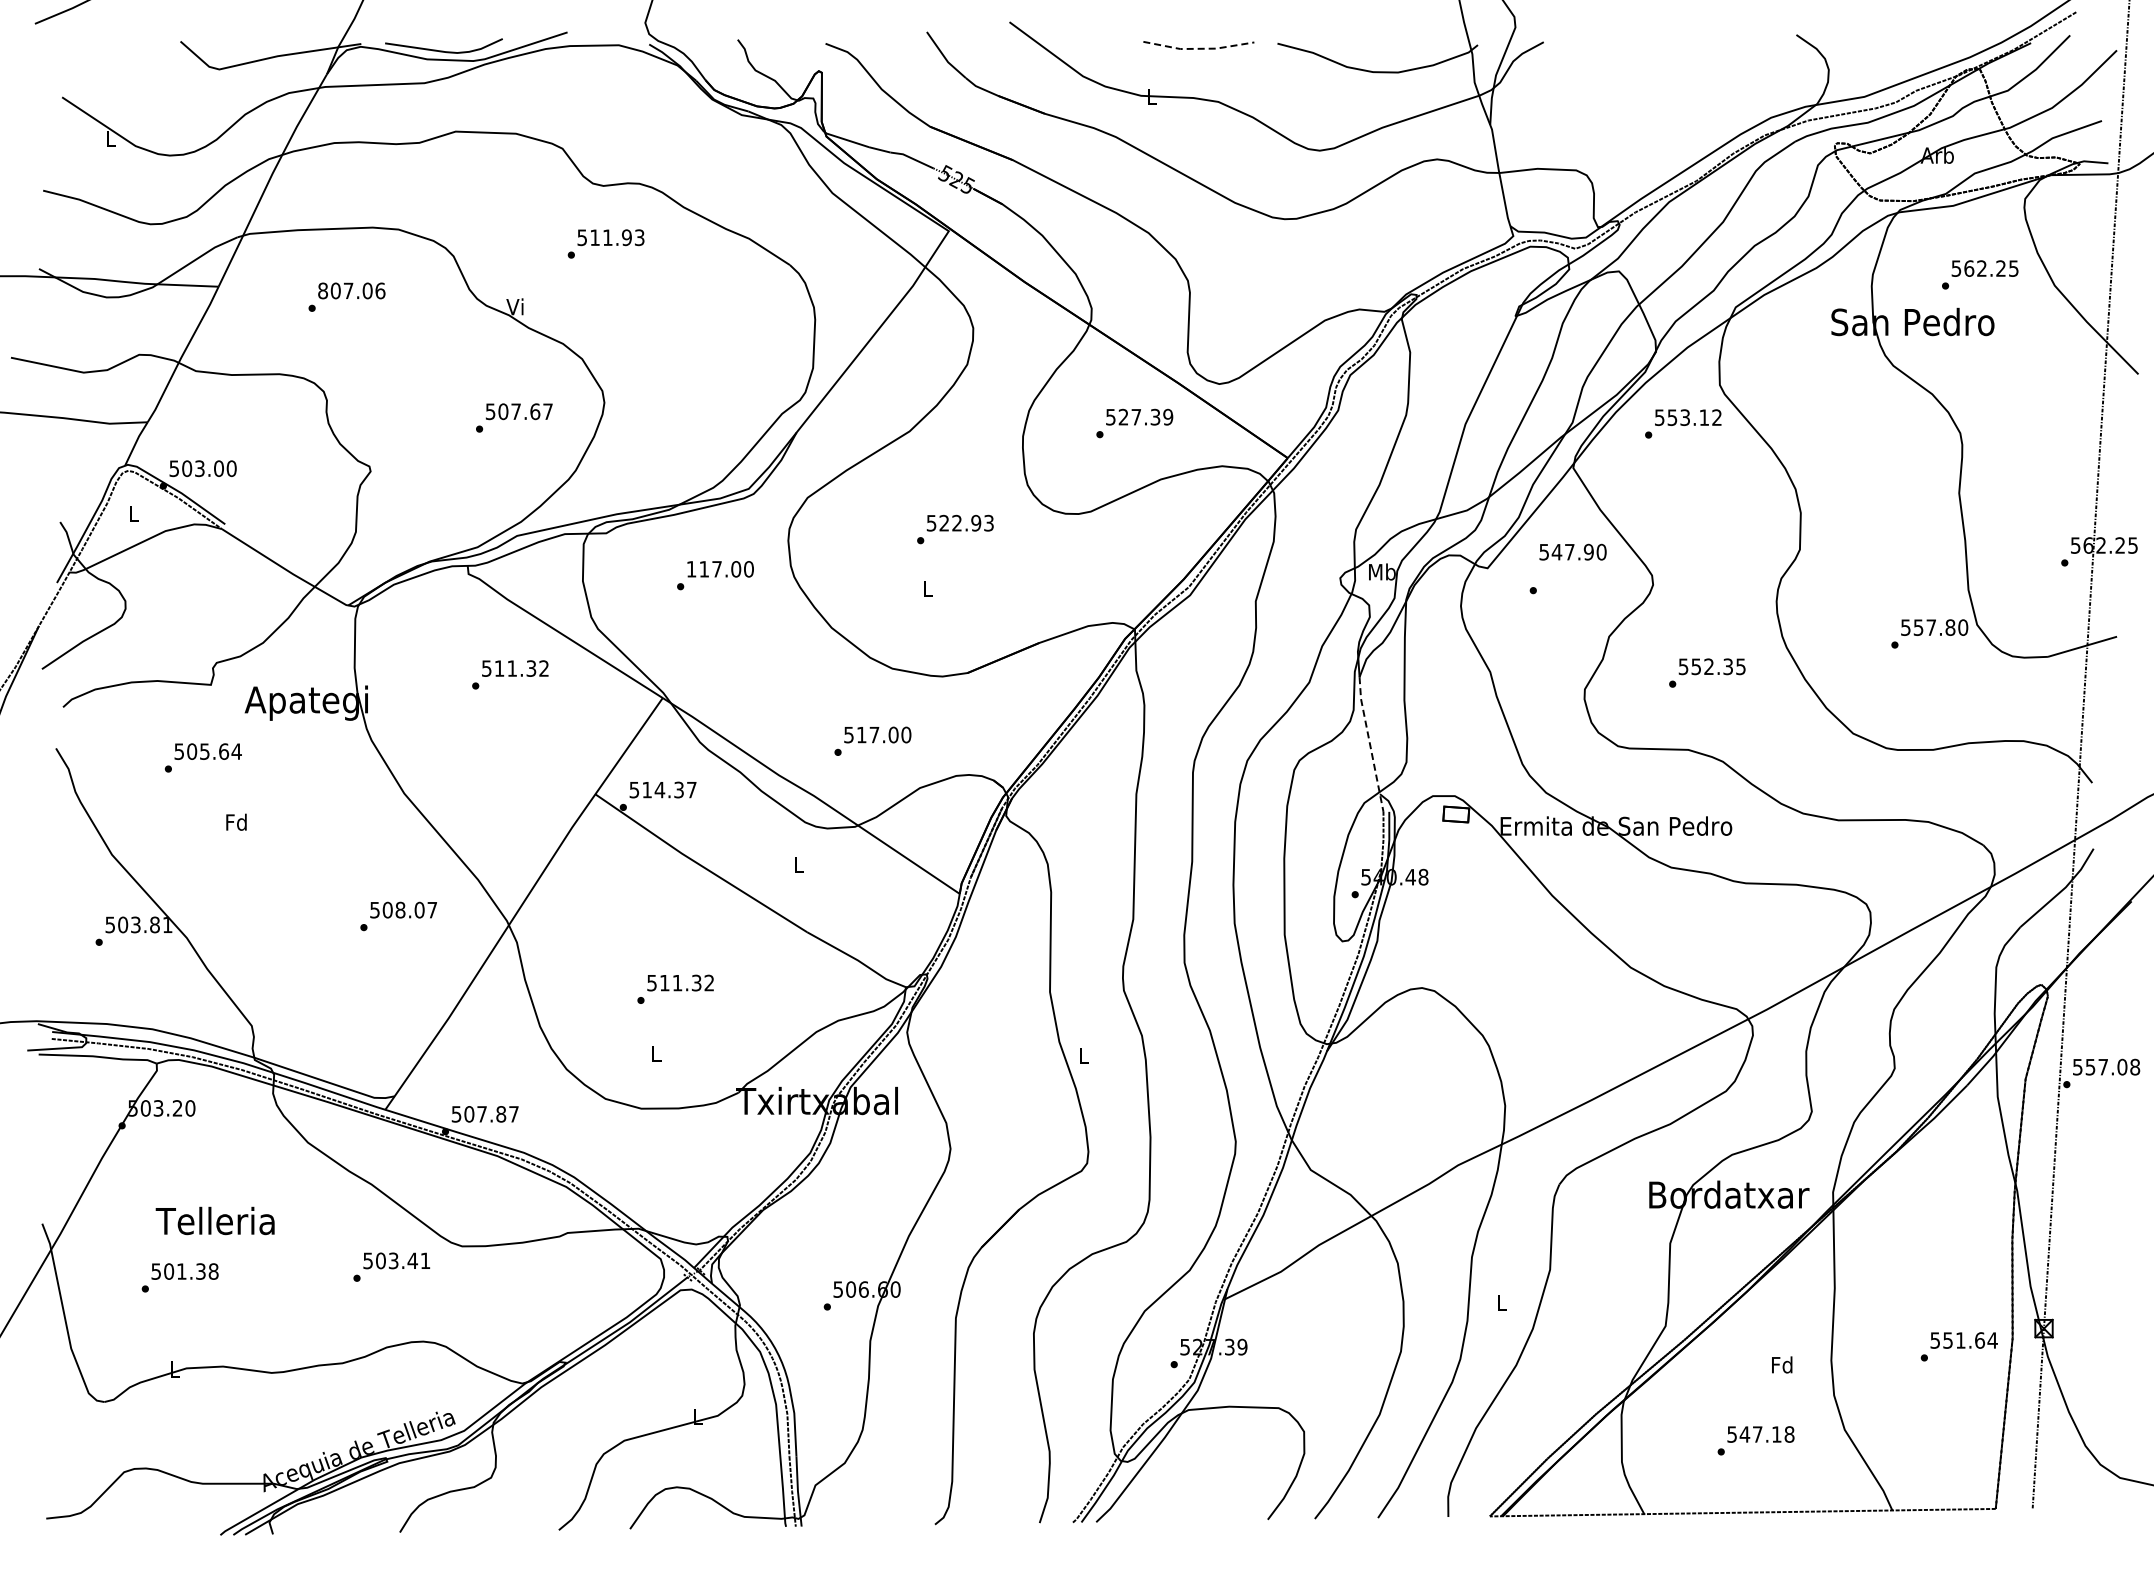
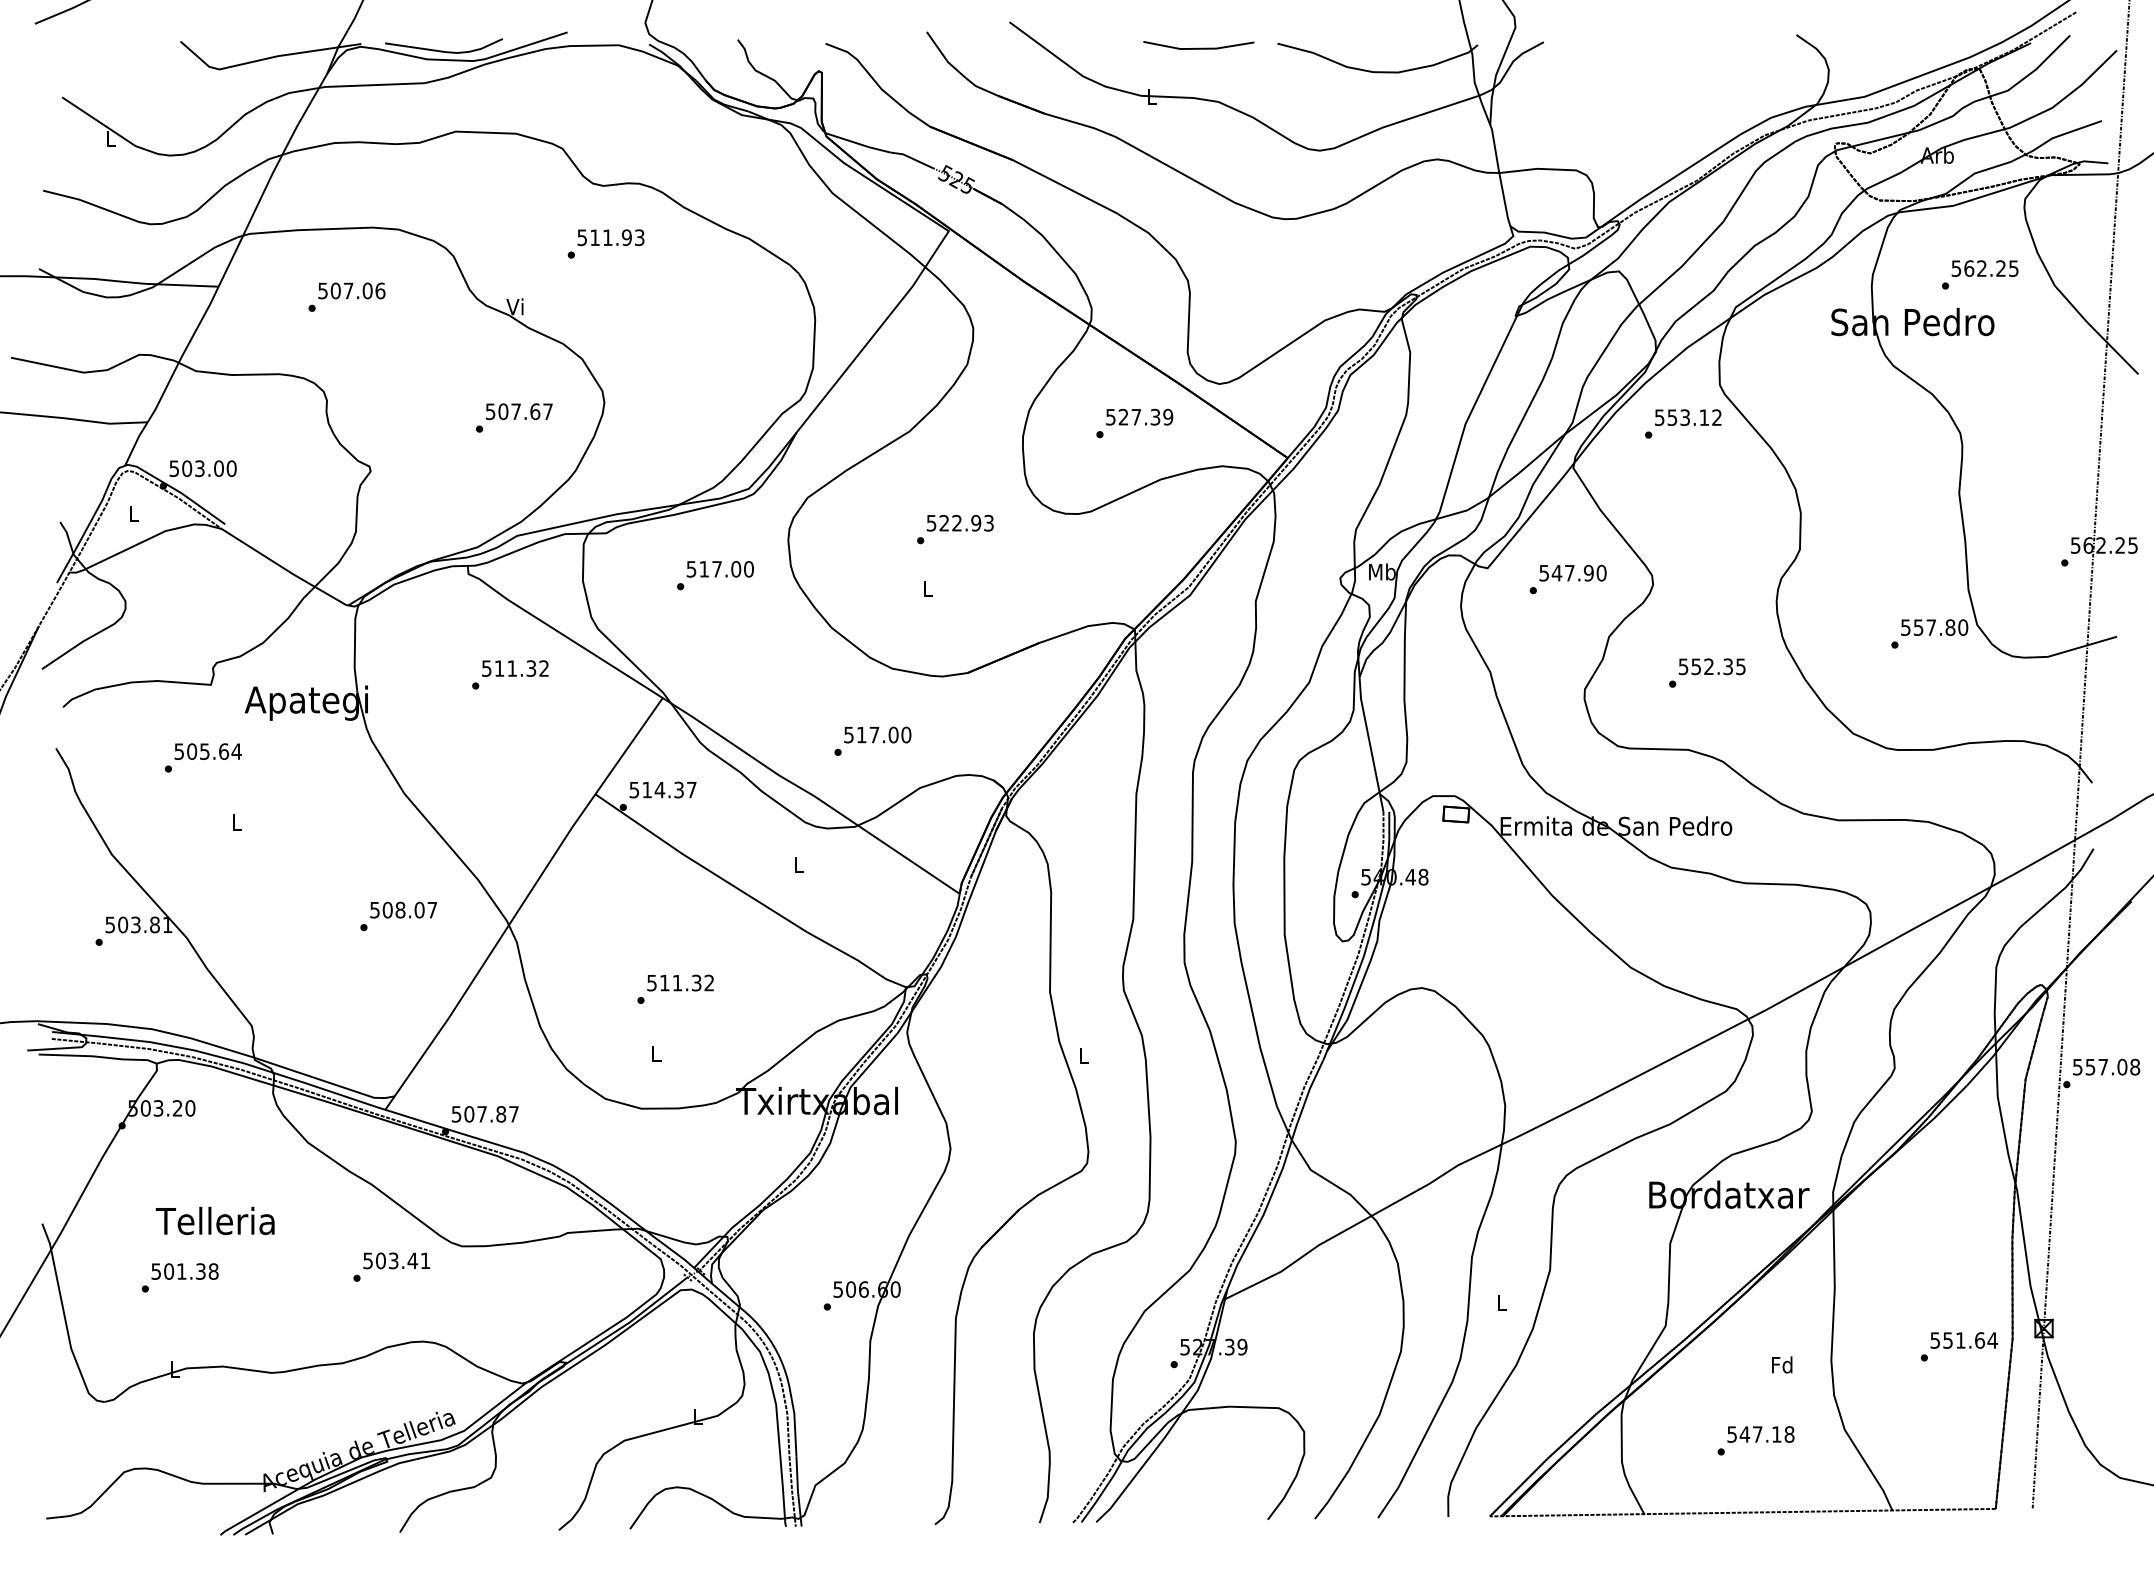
line at (1199, 48): dashed -> solid
text at (323, 290): 807.06 -> 507.06
text at (1572, 551) position: (1572, 551) -> (1572, 572)
text at (691, 569): 117.00 -> 517.00
line at (1370, 744): dashed -> solid
text at (236, 821): Fd -> L
